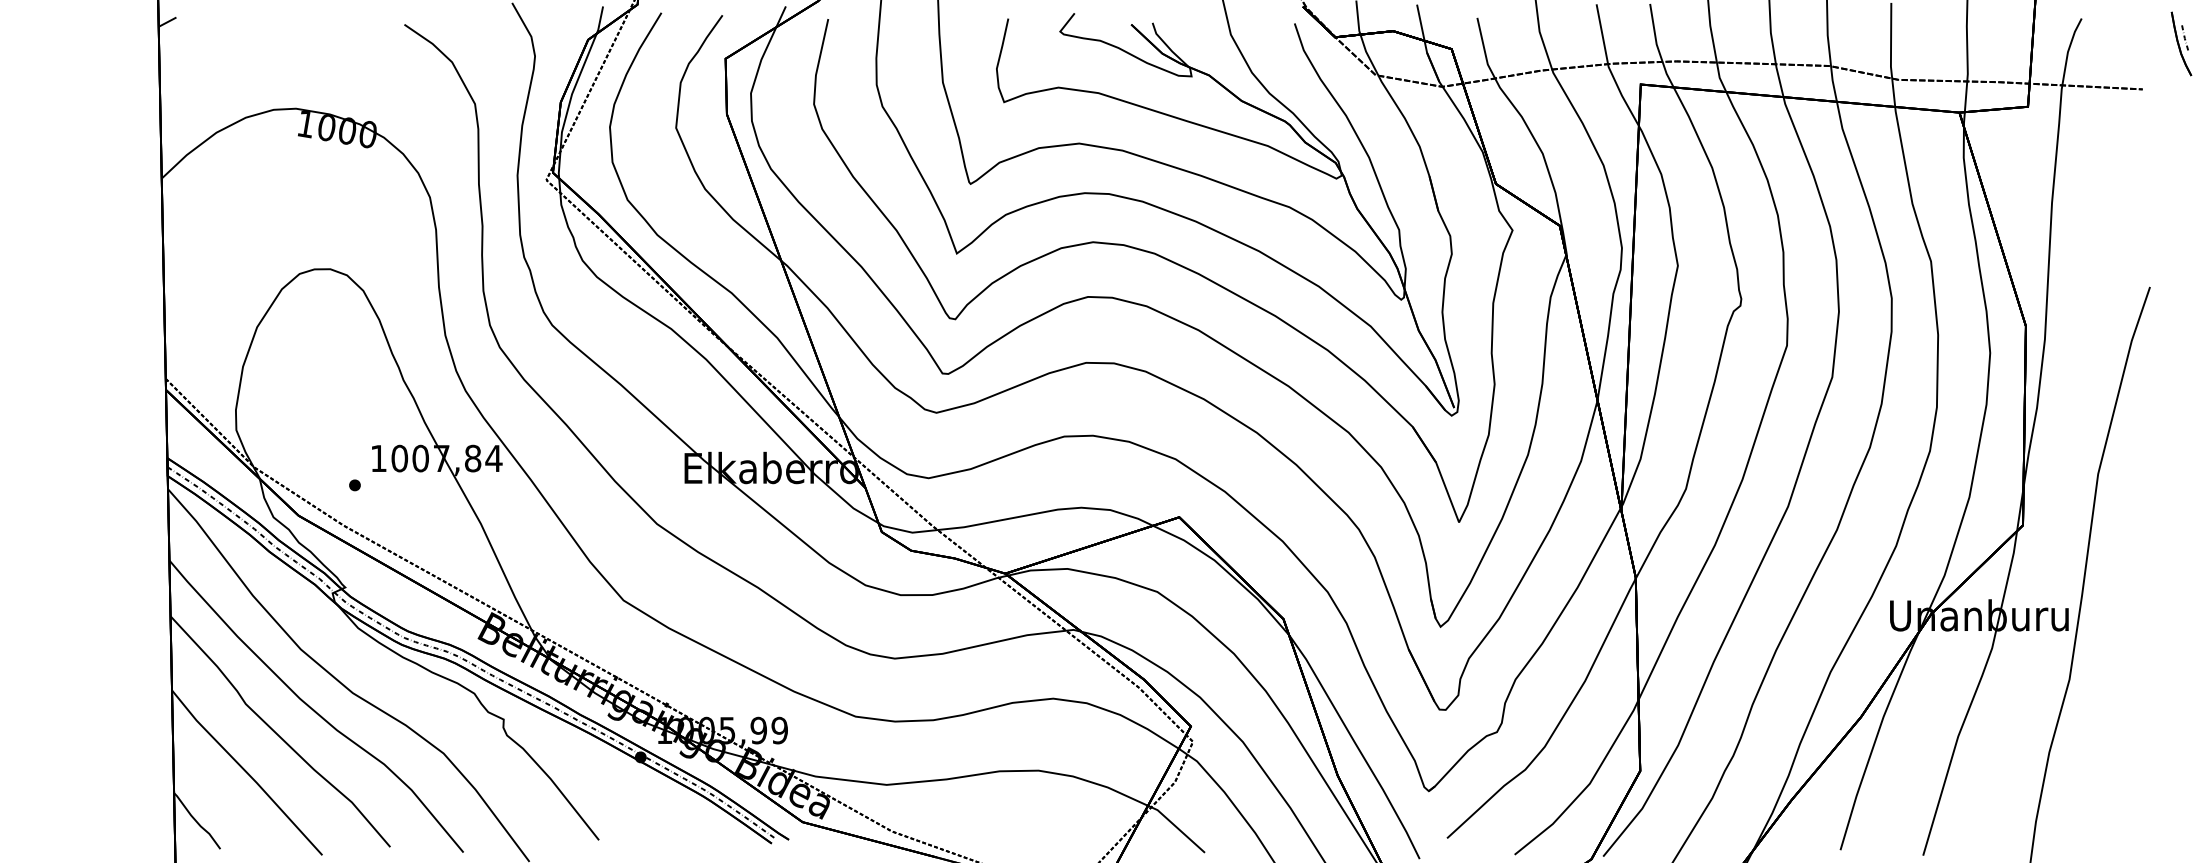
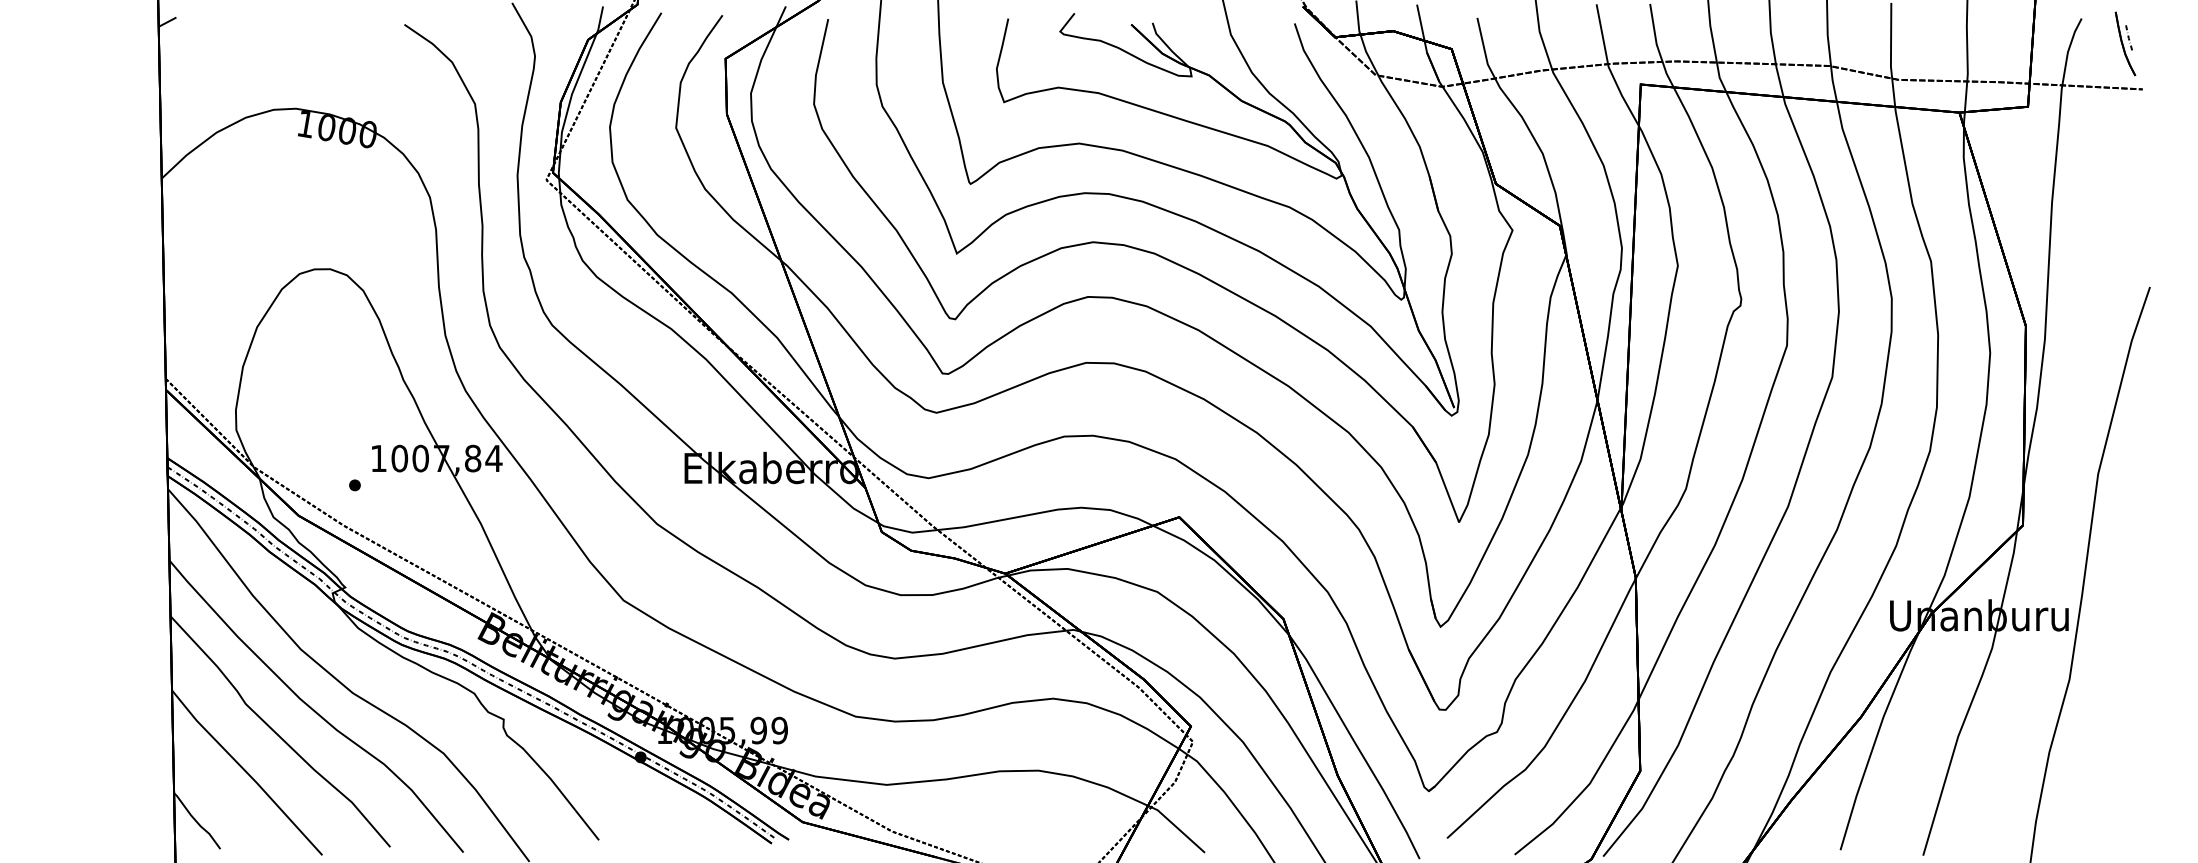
part at (2181, 43) position: (2181, 43) -> (2125, 43)
